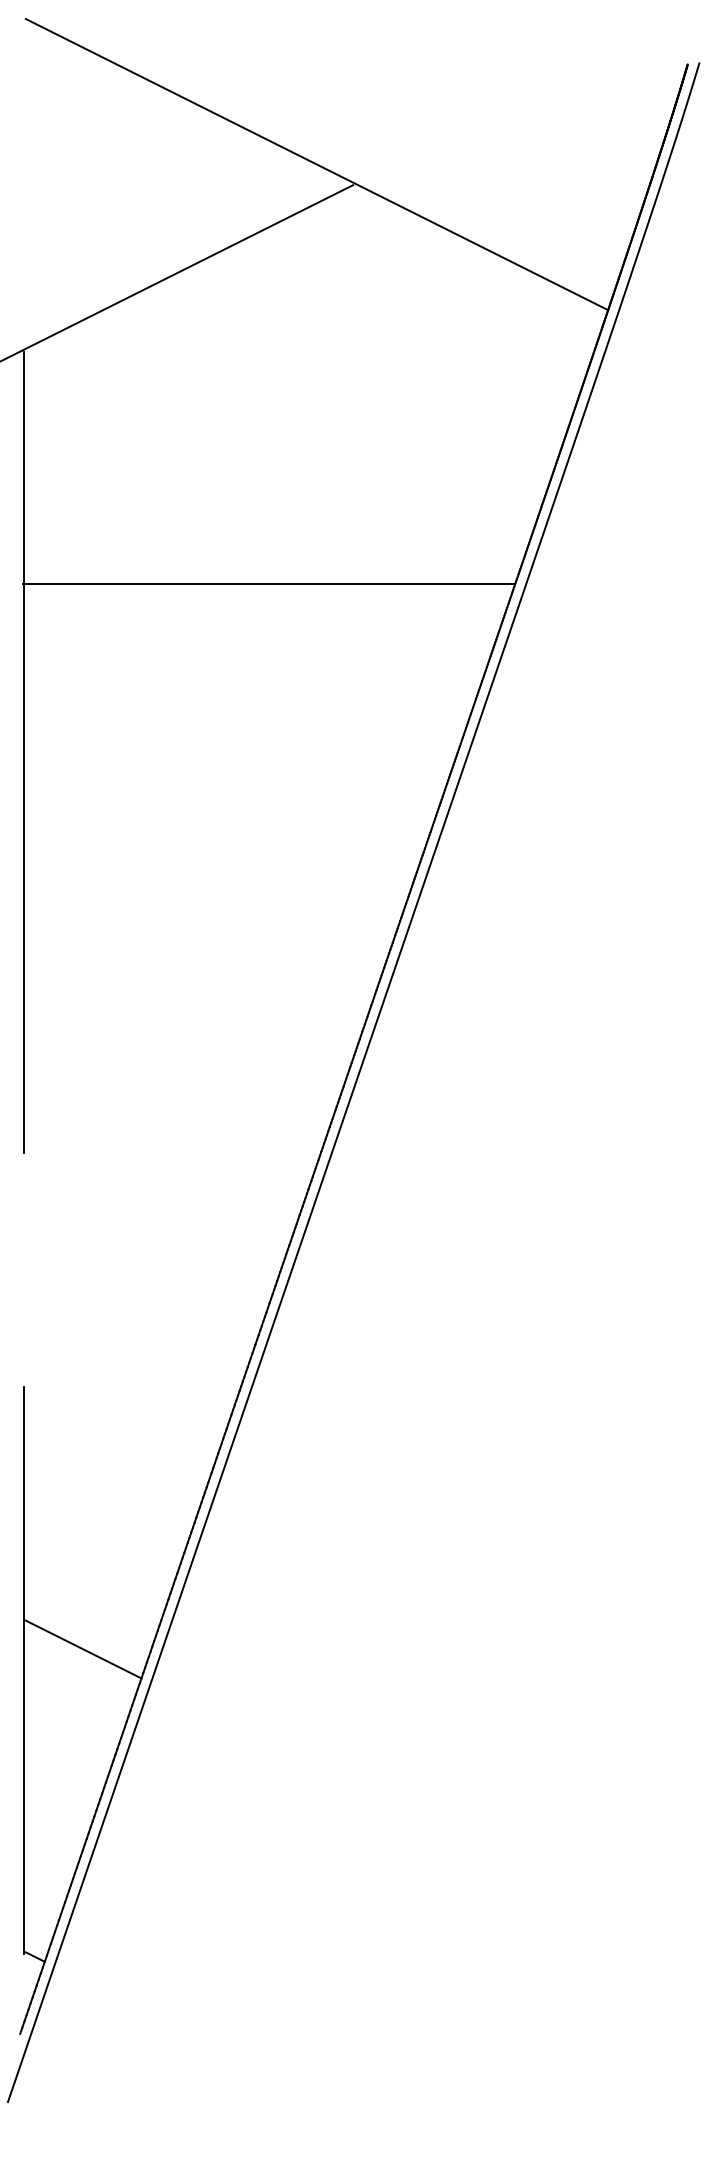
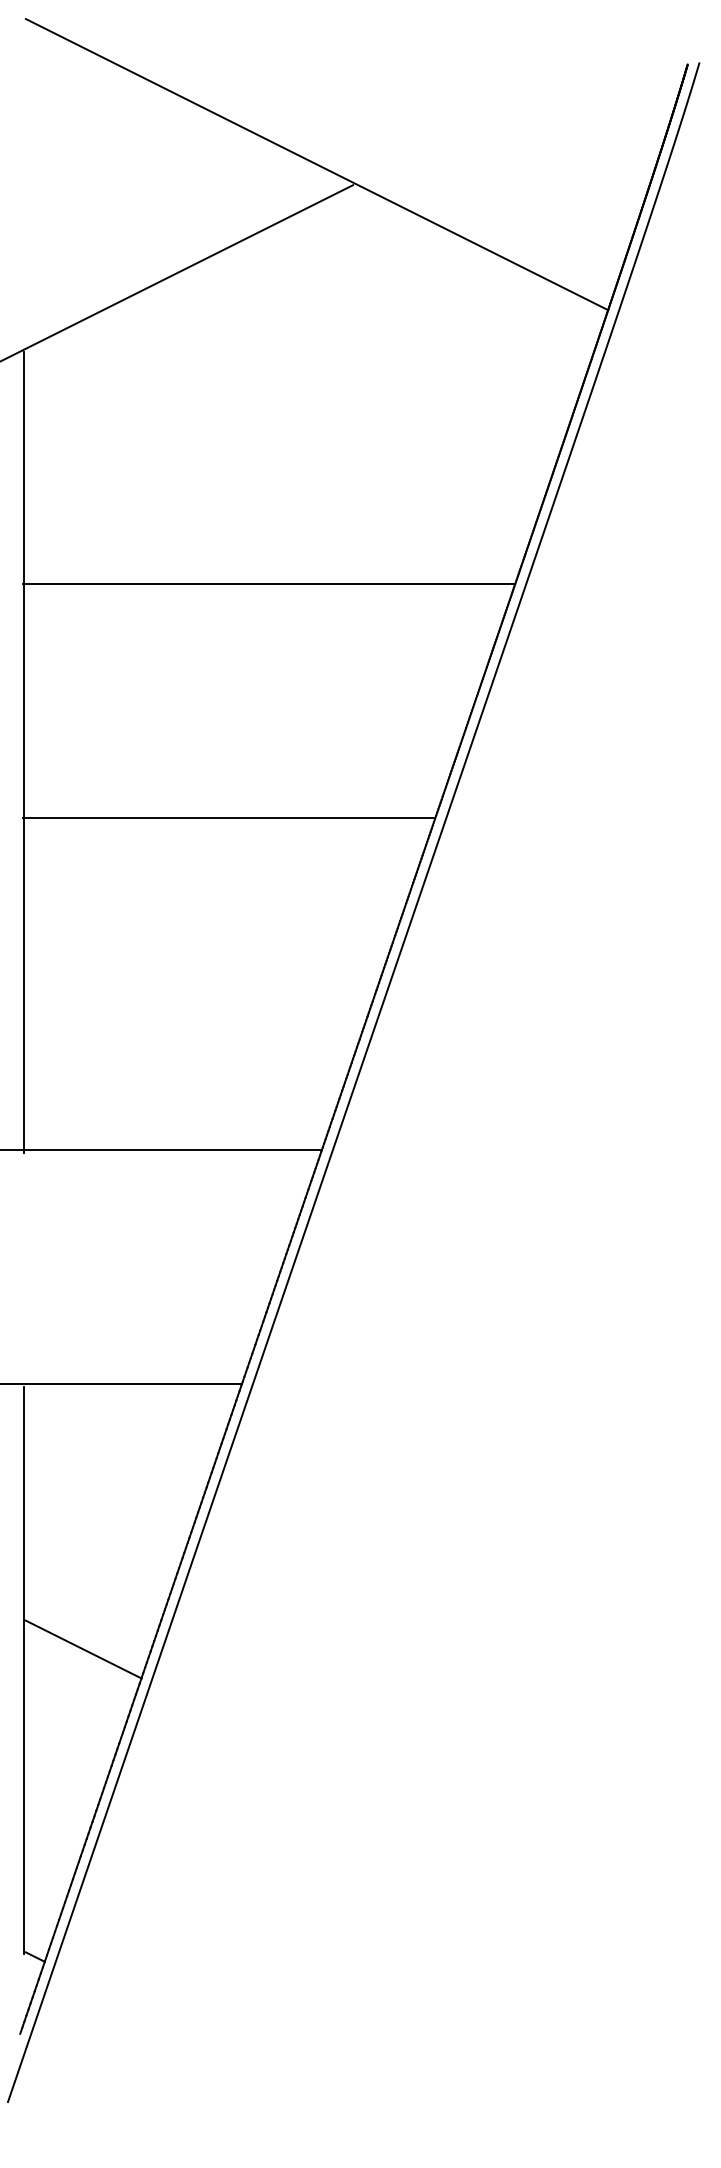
line at (229, 818): none -> present
line at (162, 1149): none -> present
line at (121, 1384): none -> present
